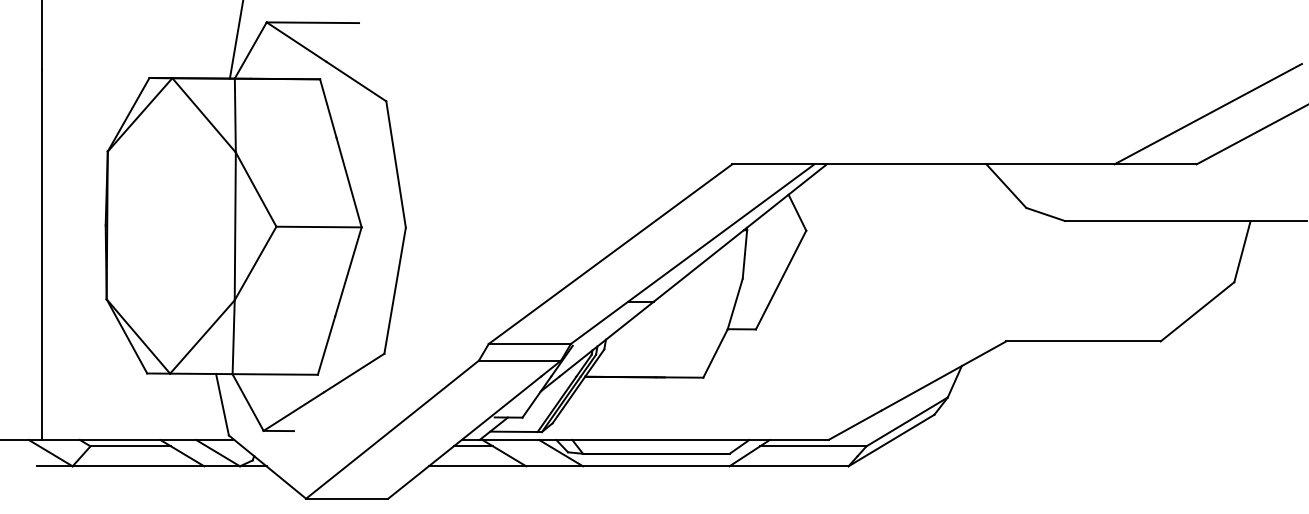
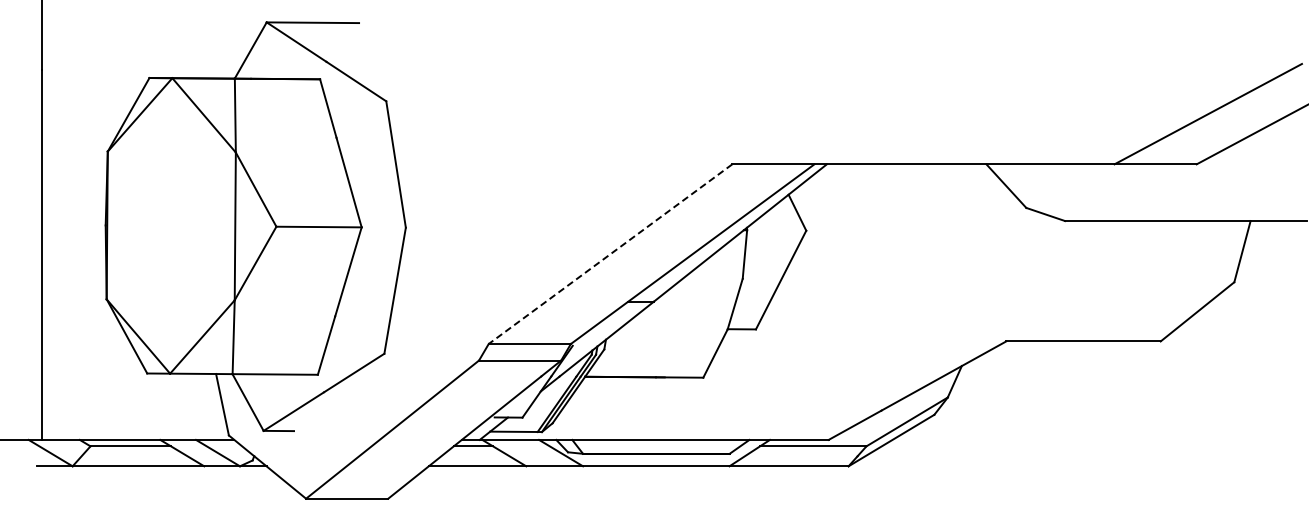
line at (235, 40): present -> none
line at (610, 254): solid -> dashed
